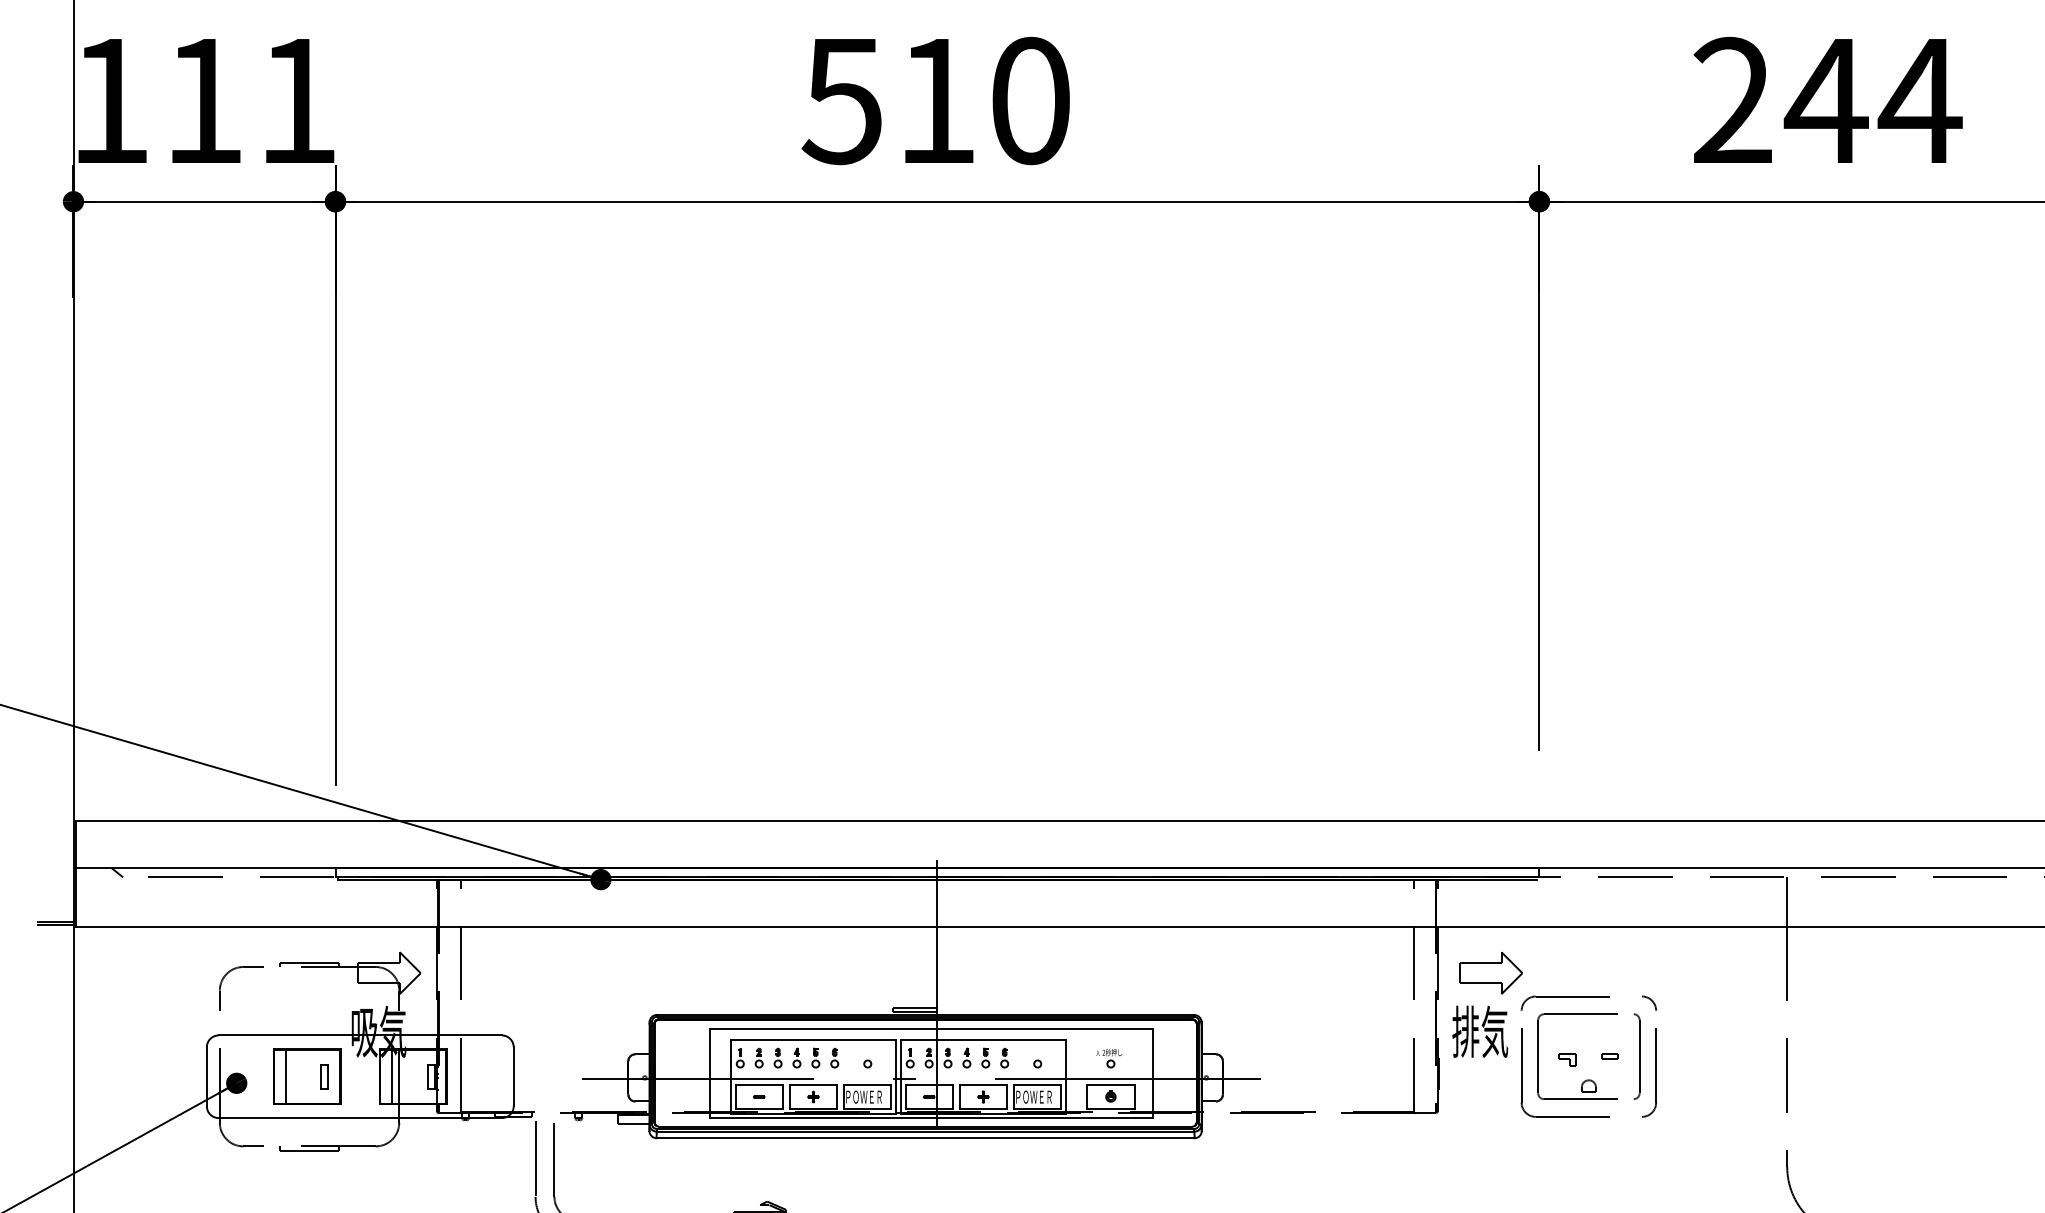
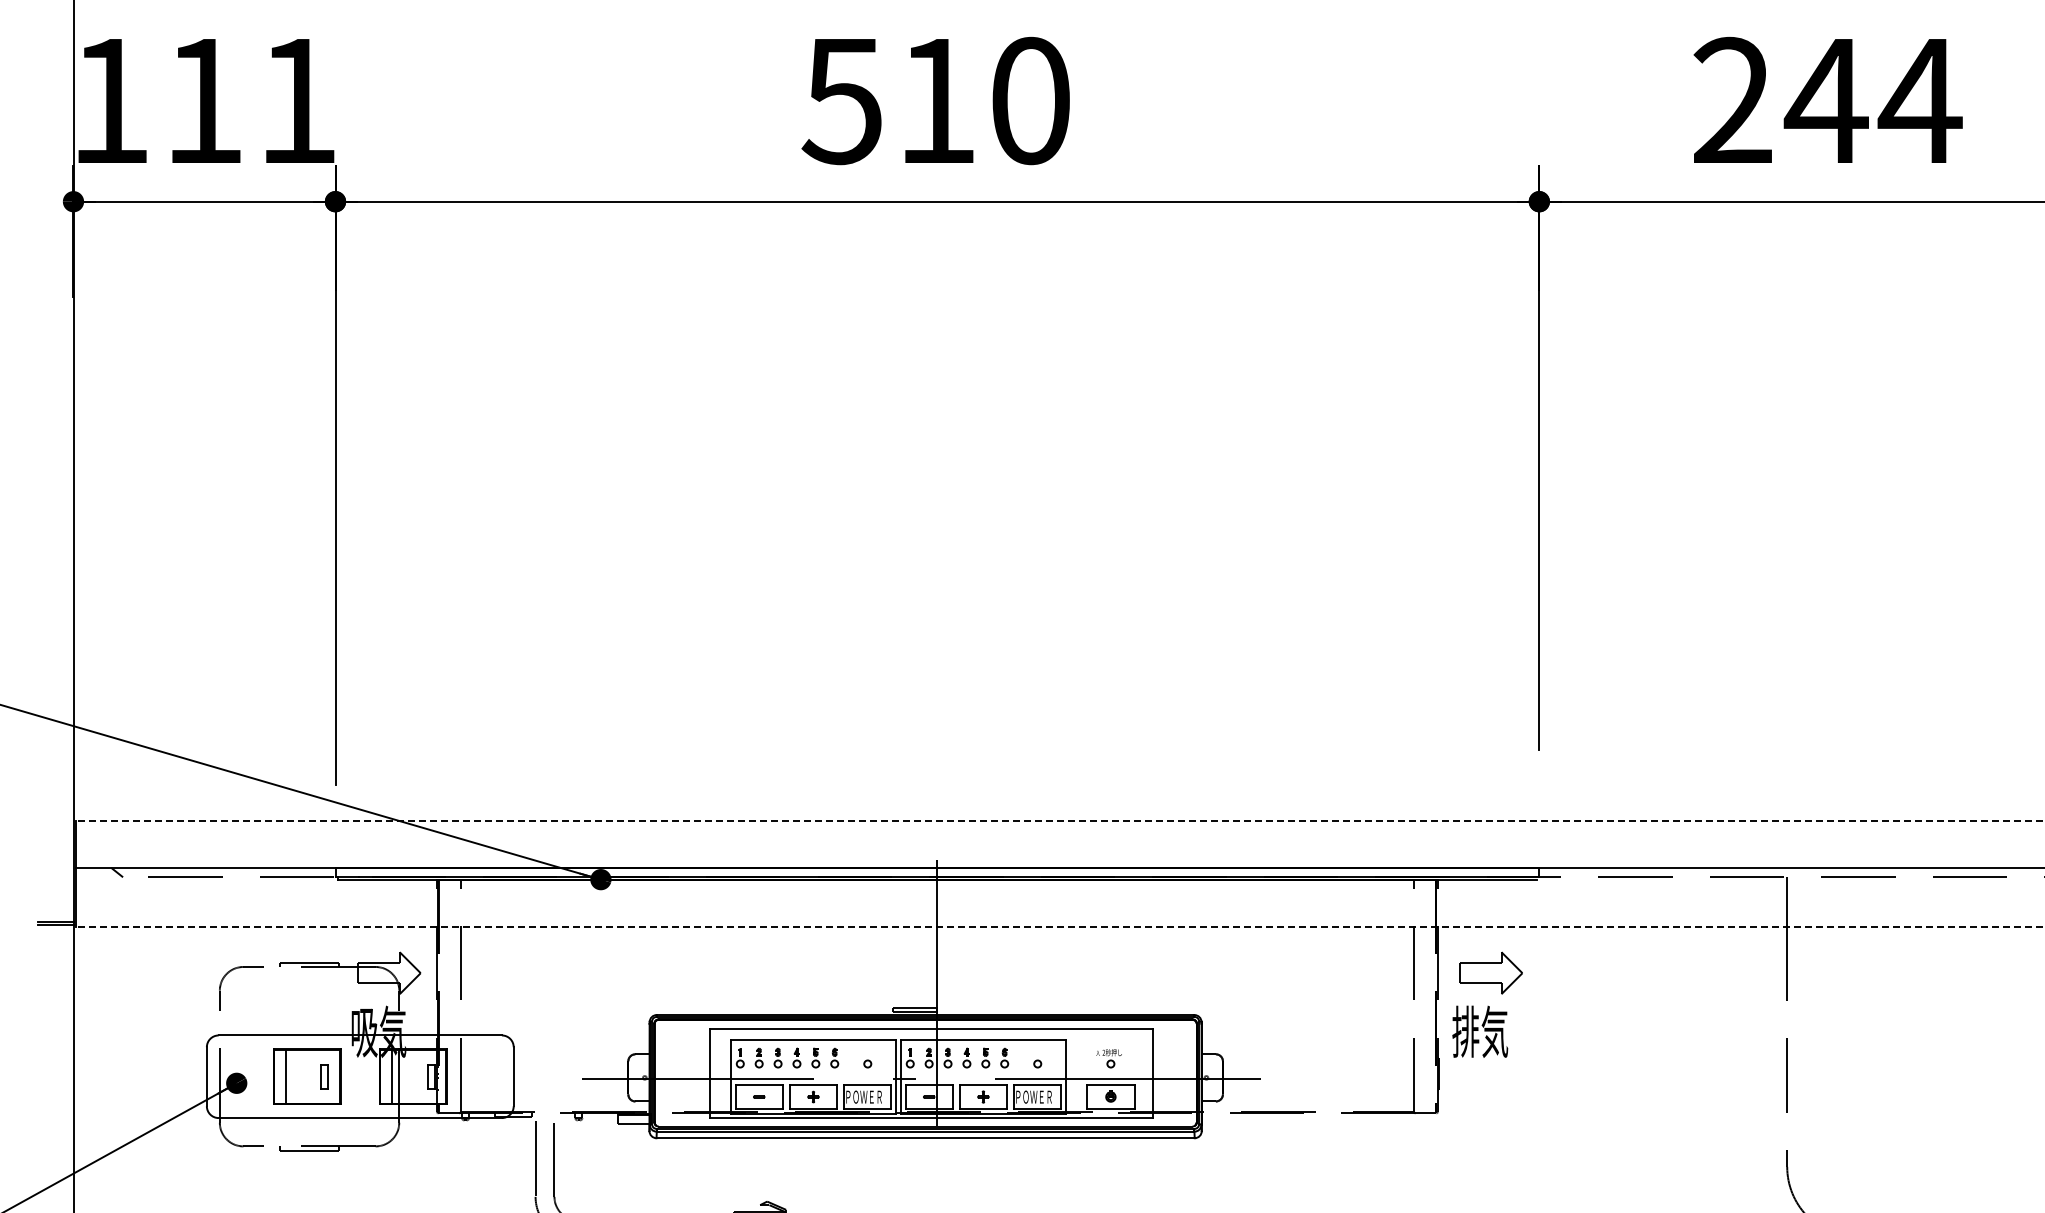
line at (1059, 820): solid -> dashed
line at (1059, 926): solid -> dashed
part at (1576, 1056): present -> none
